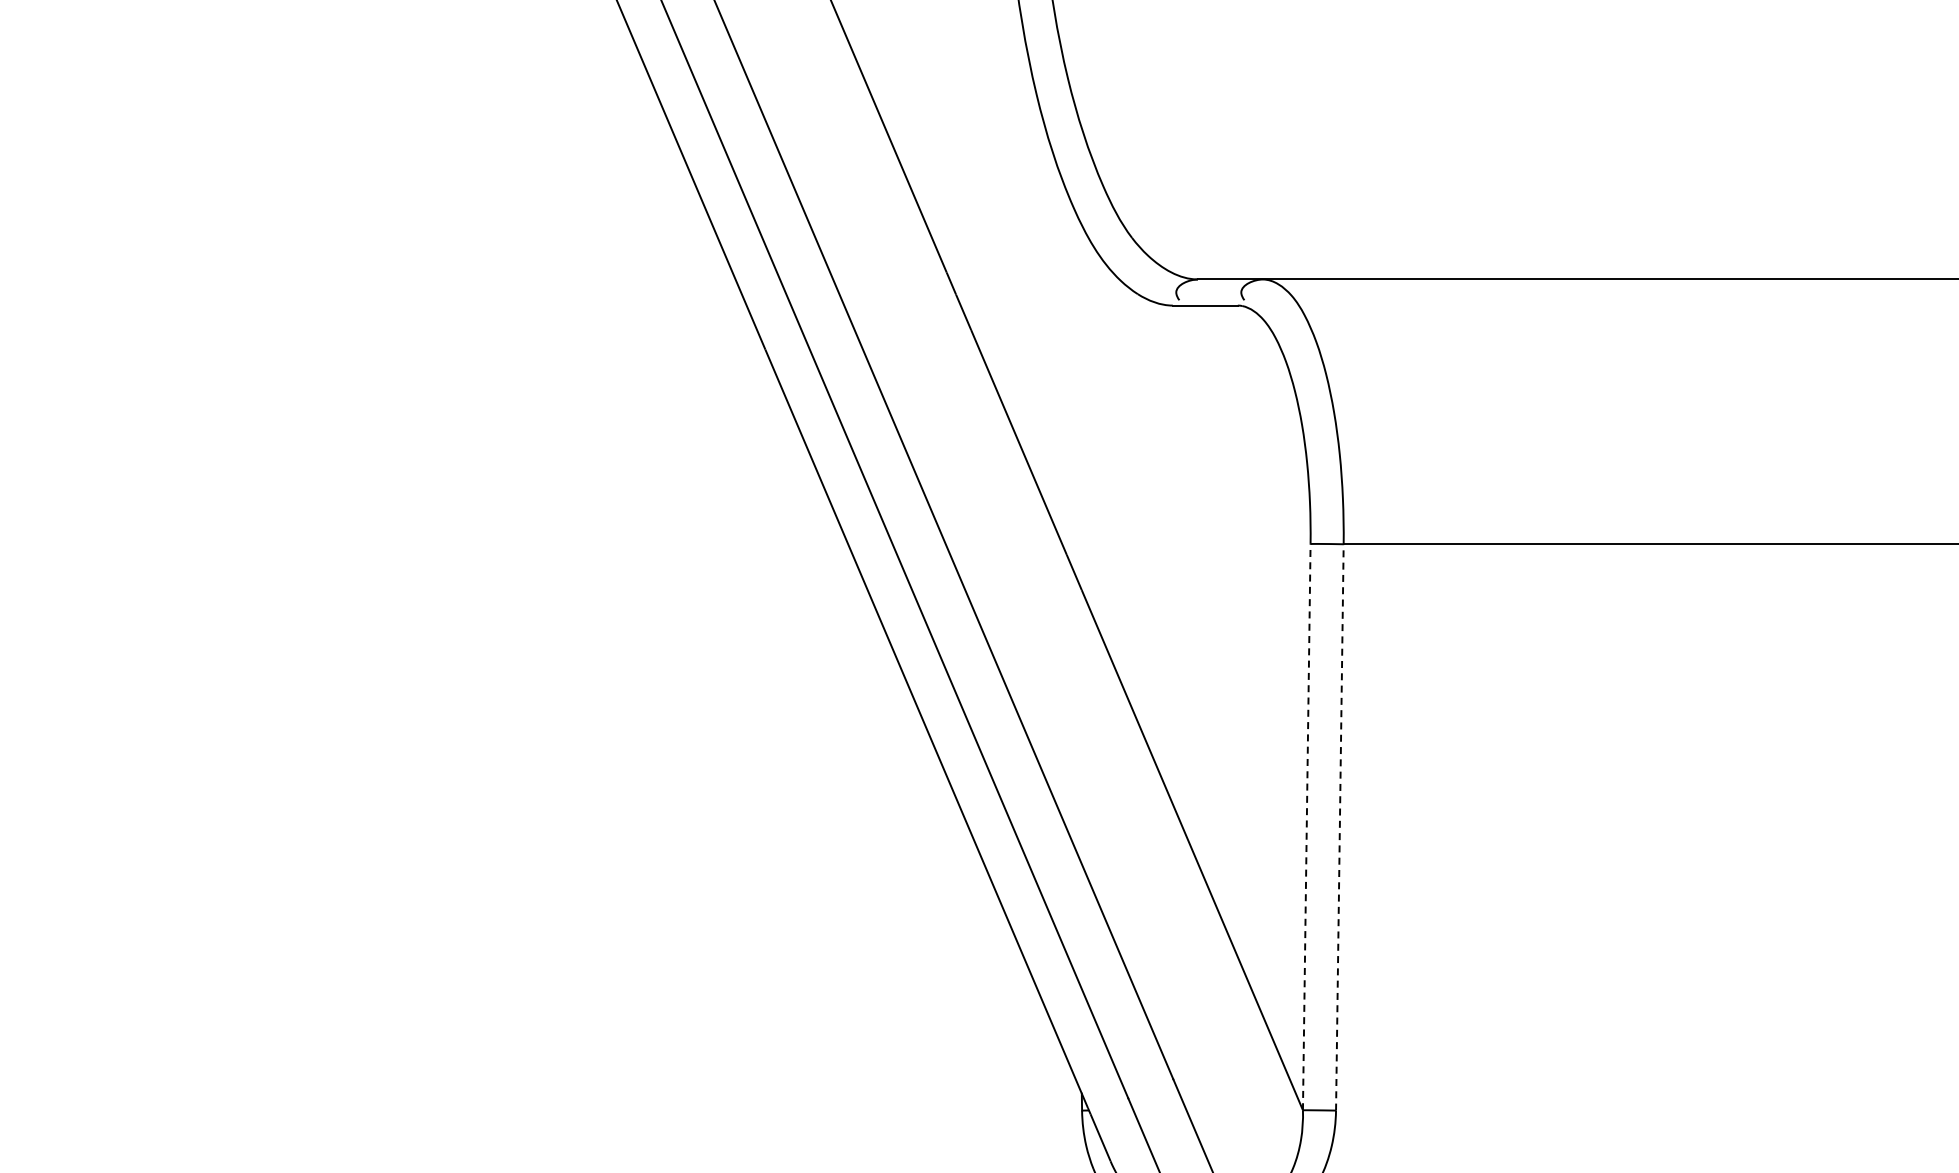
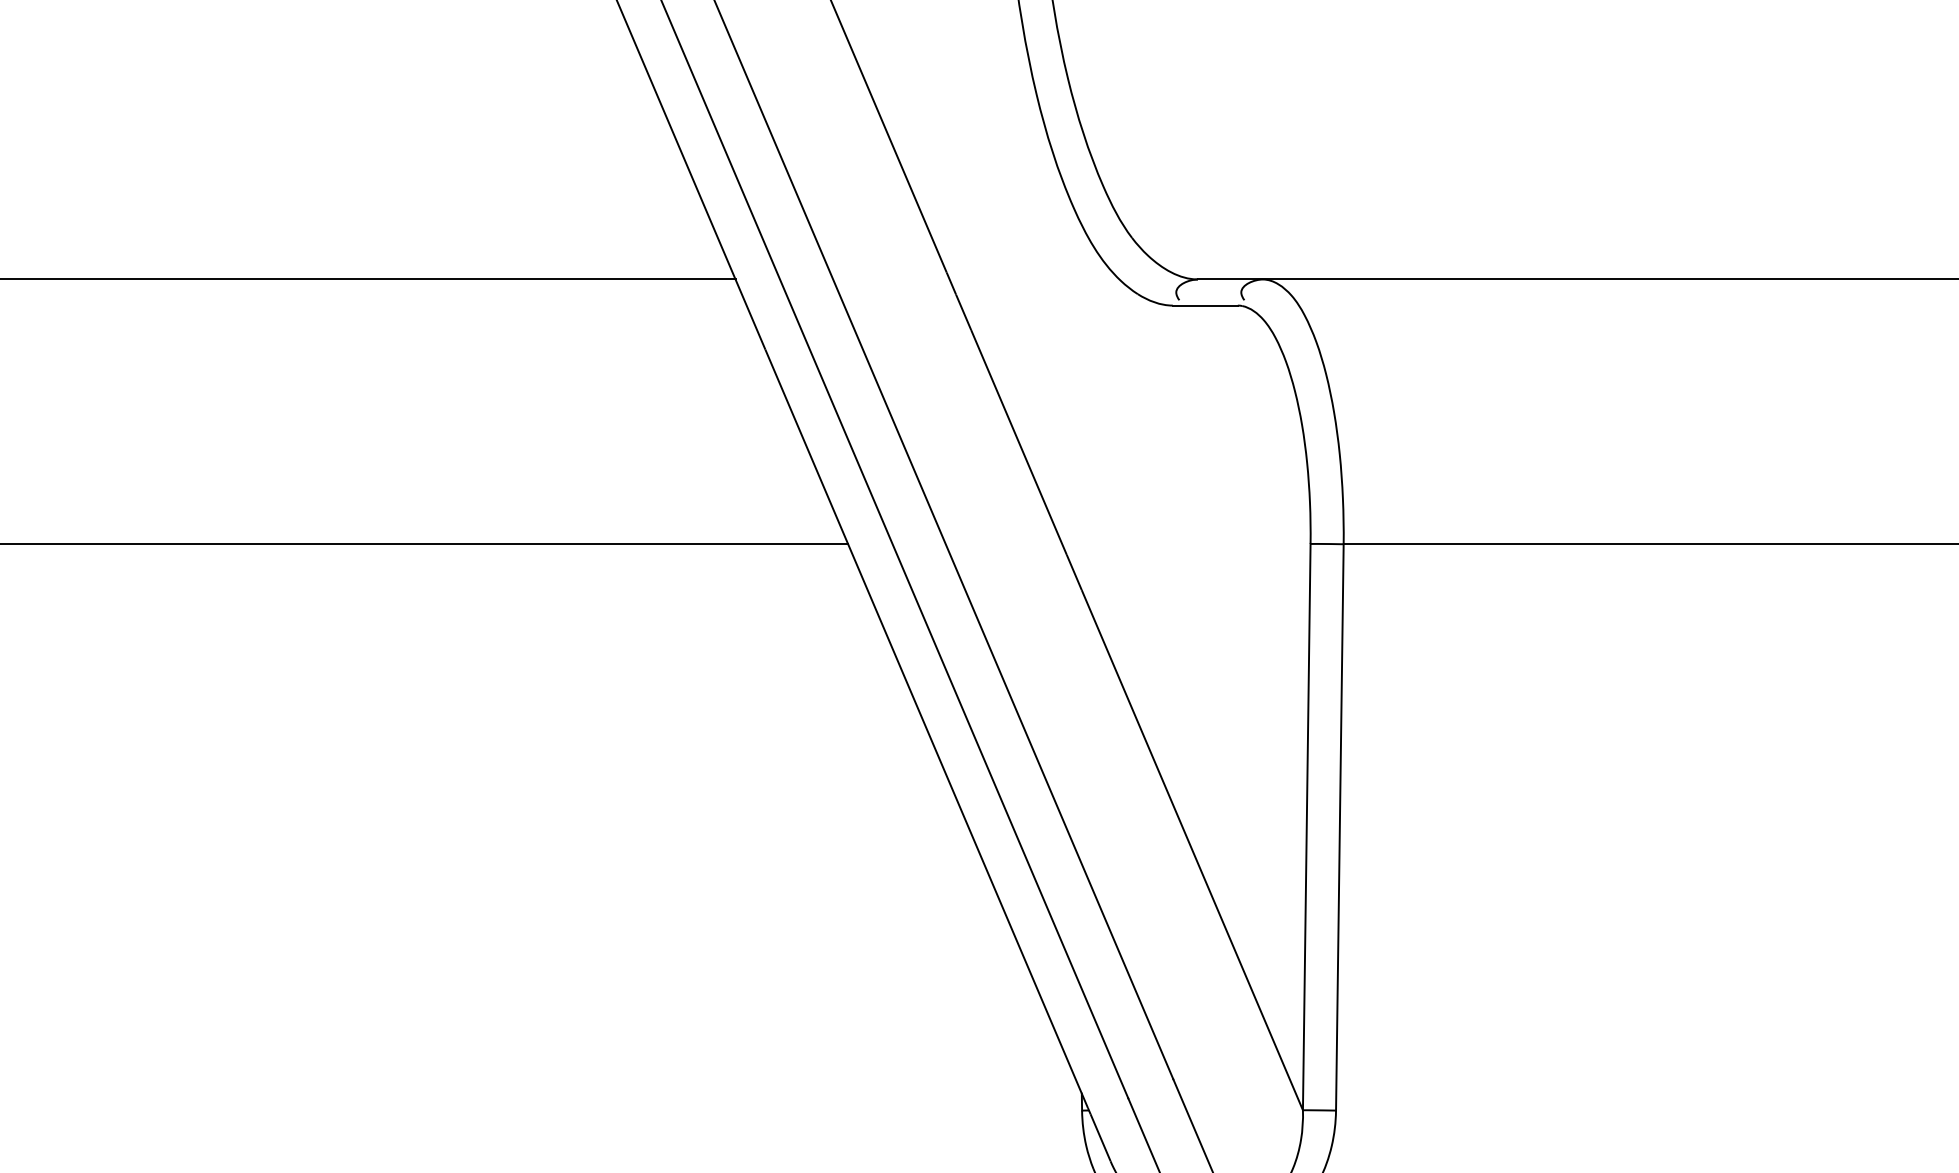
line at (368, 279): none -> present
line at (425, 544): none -> present
line at (1306, 826): dashed -> solid
line at (1339, 826): dashed -> solid
